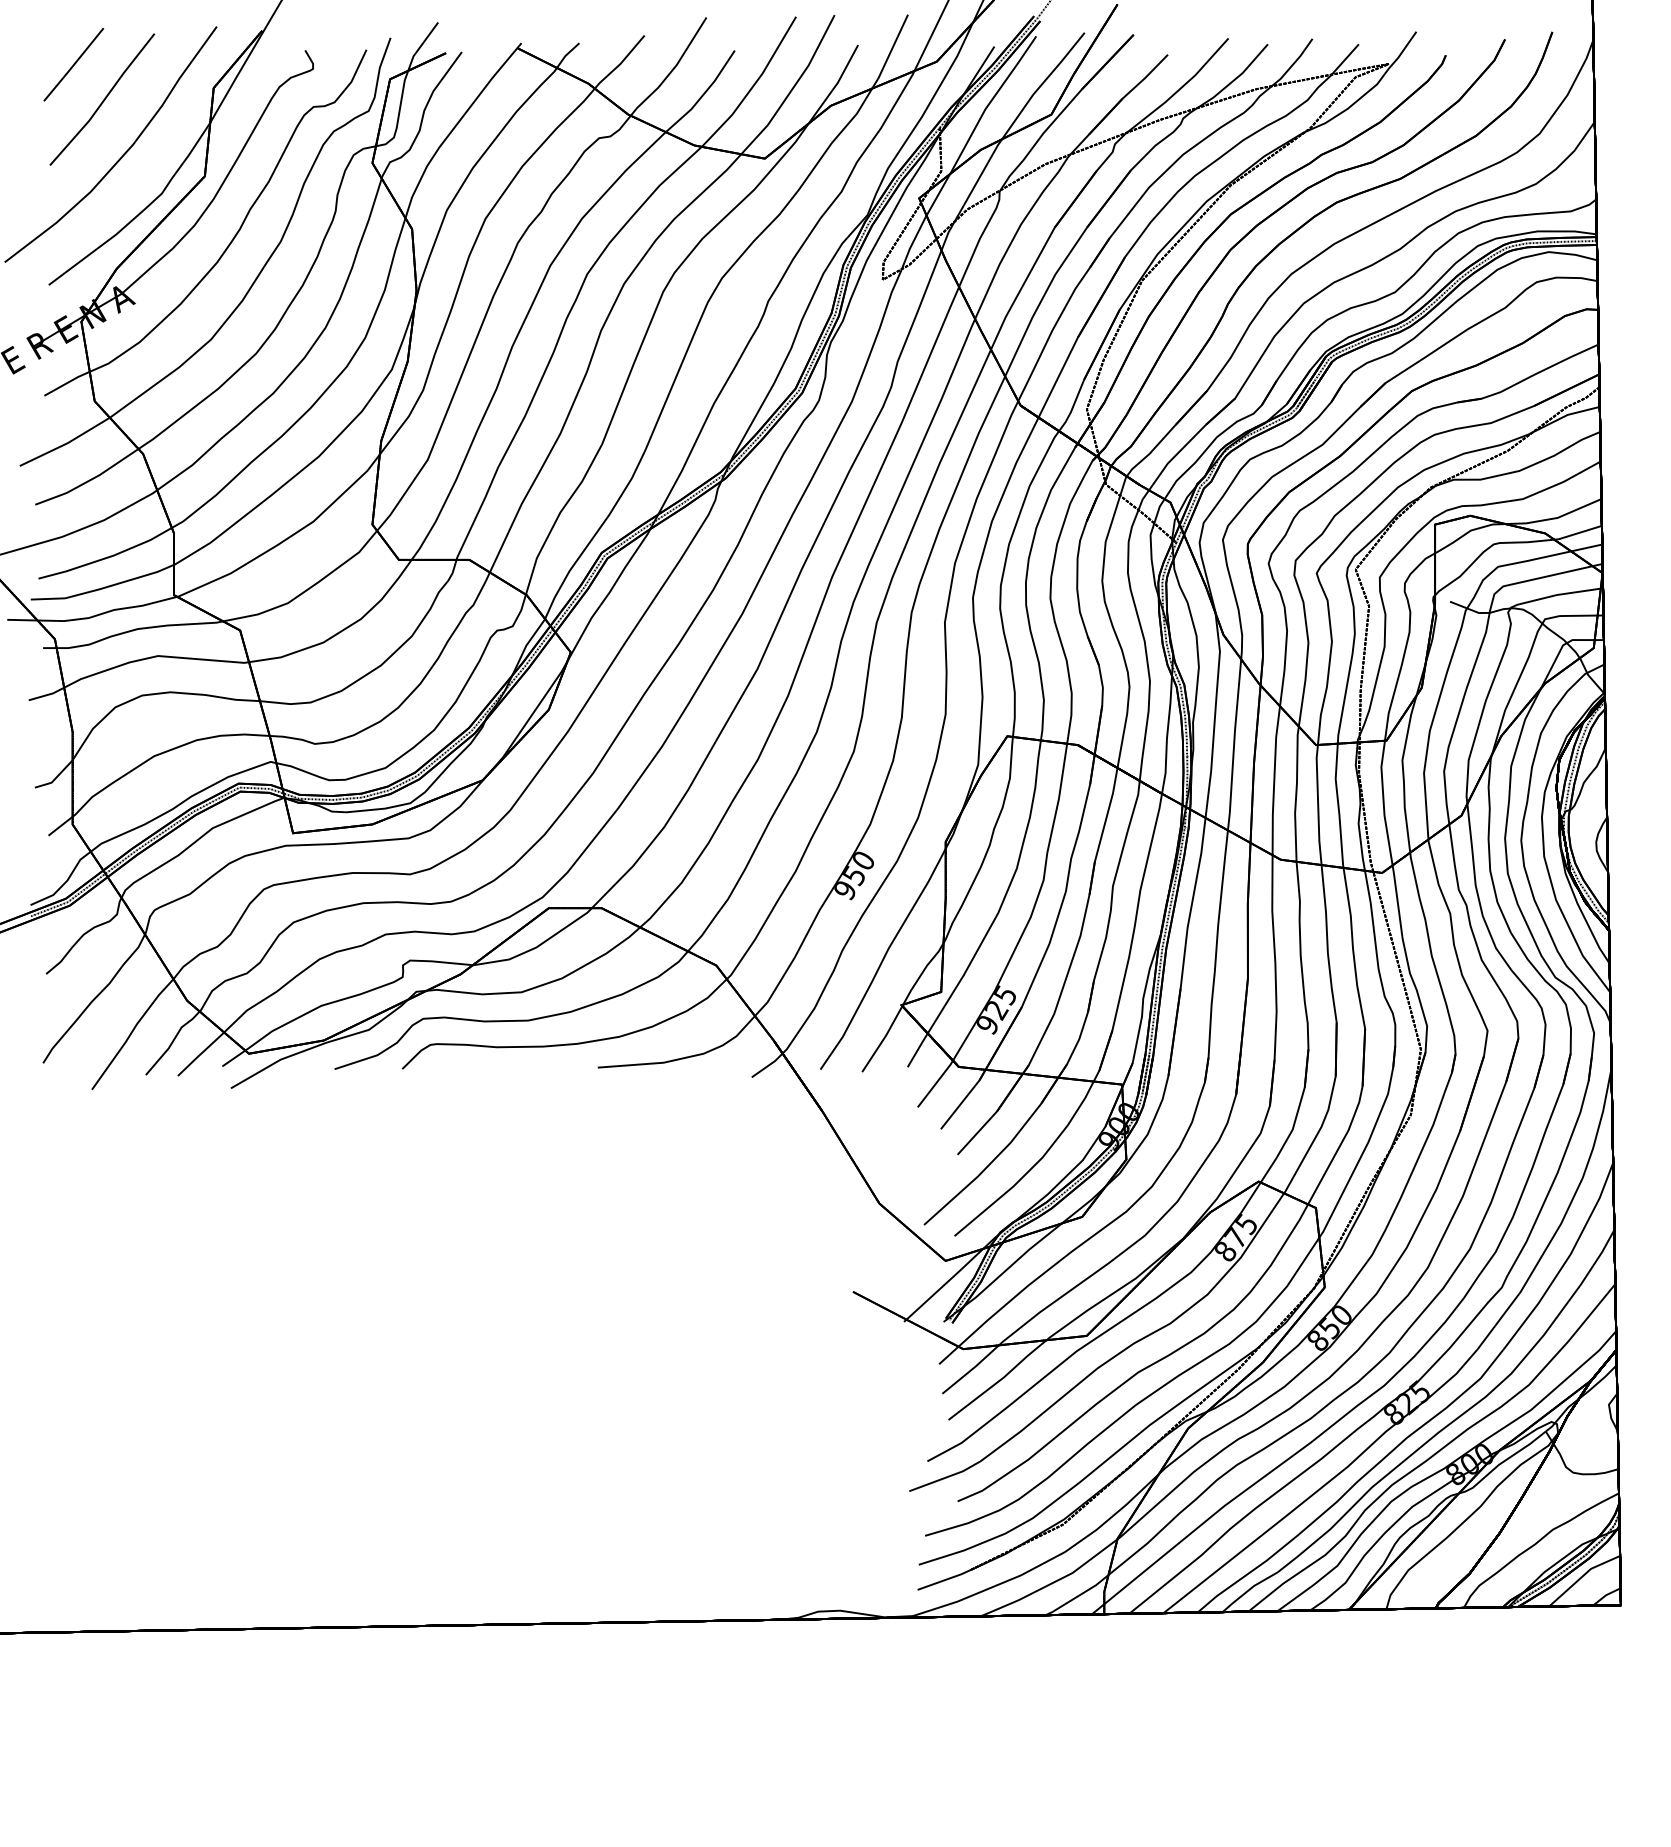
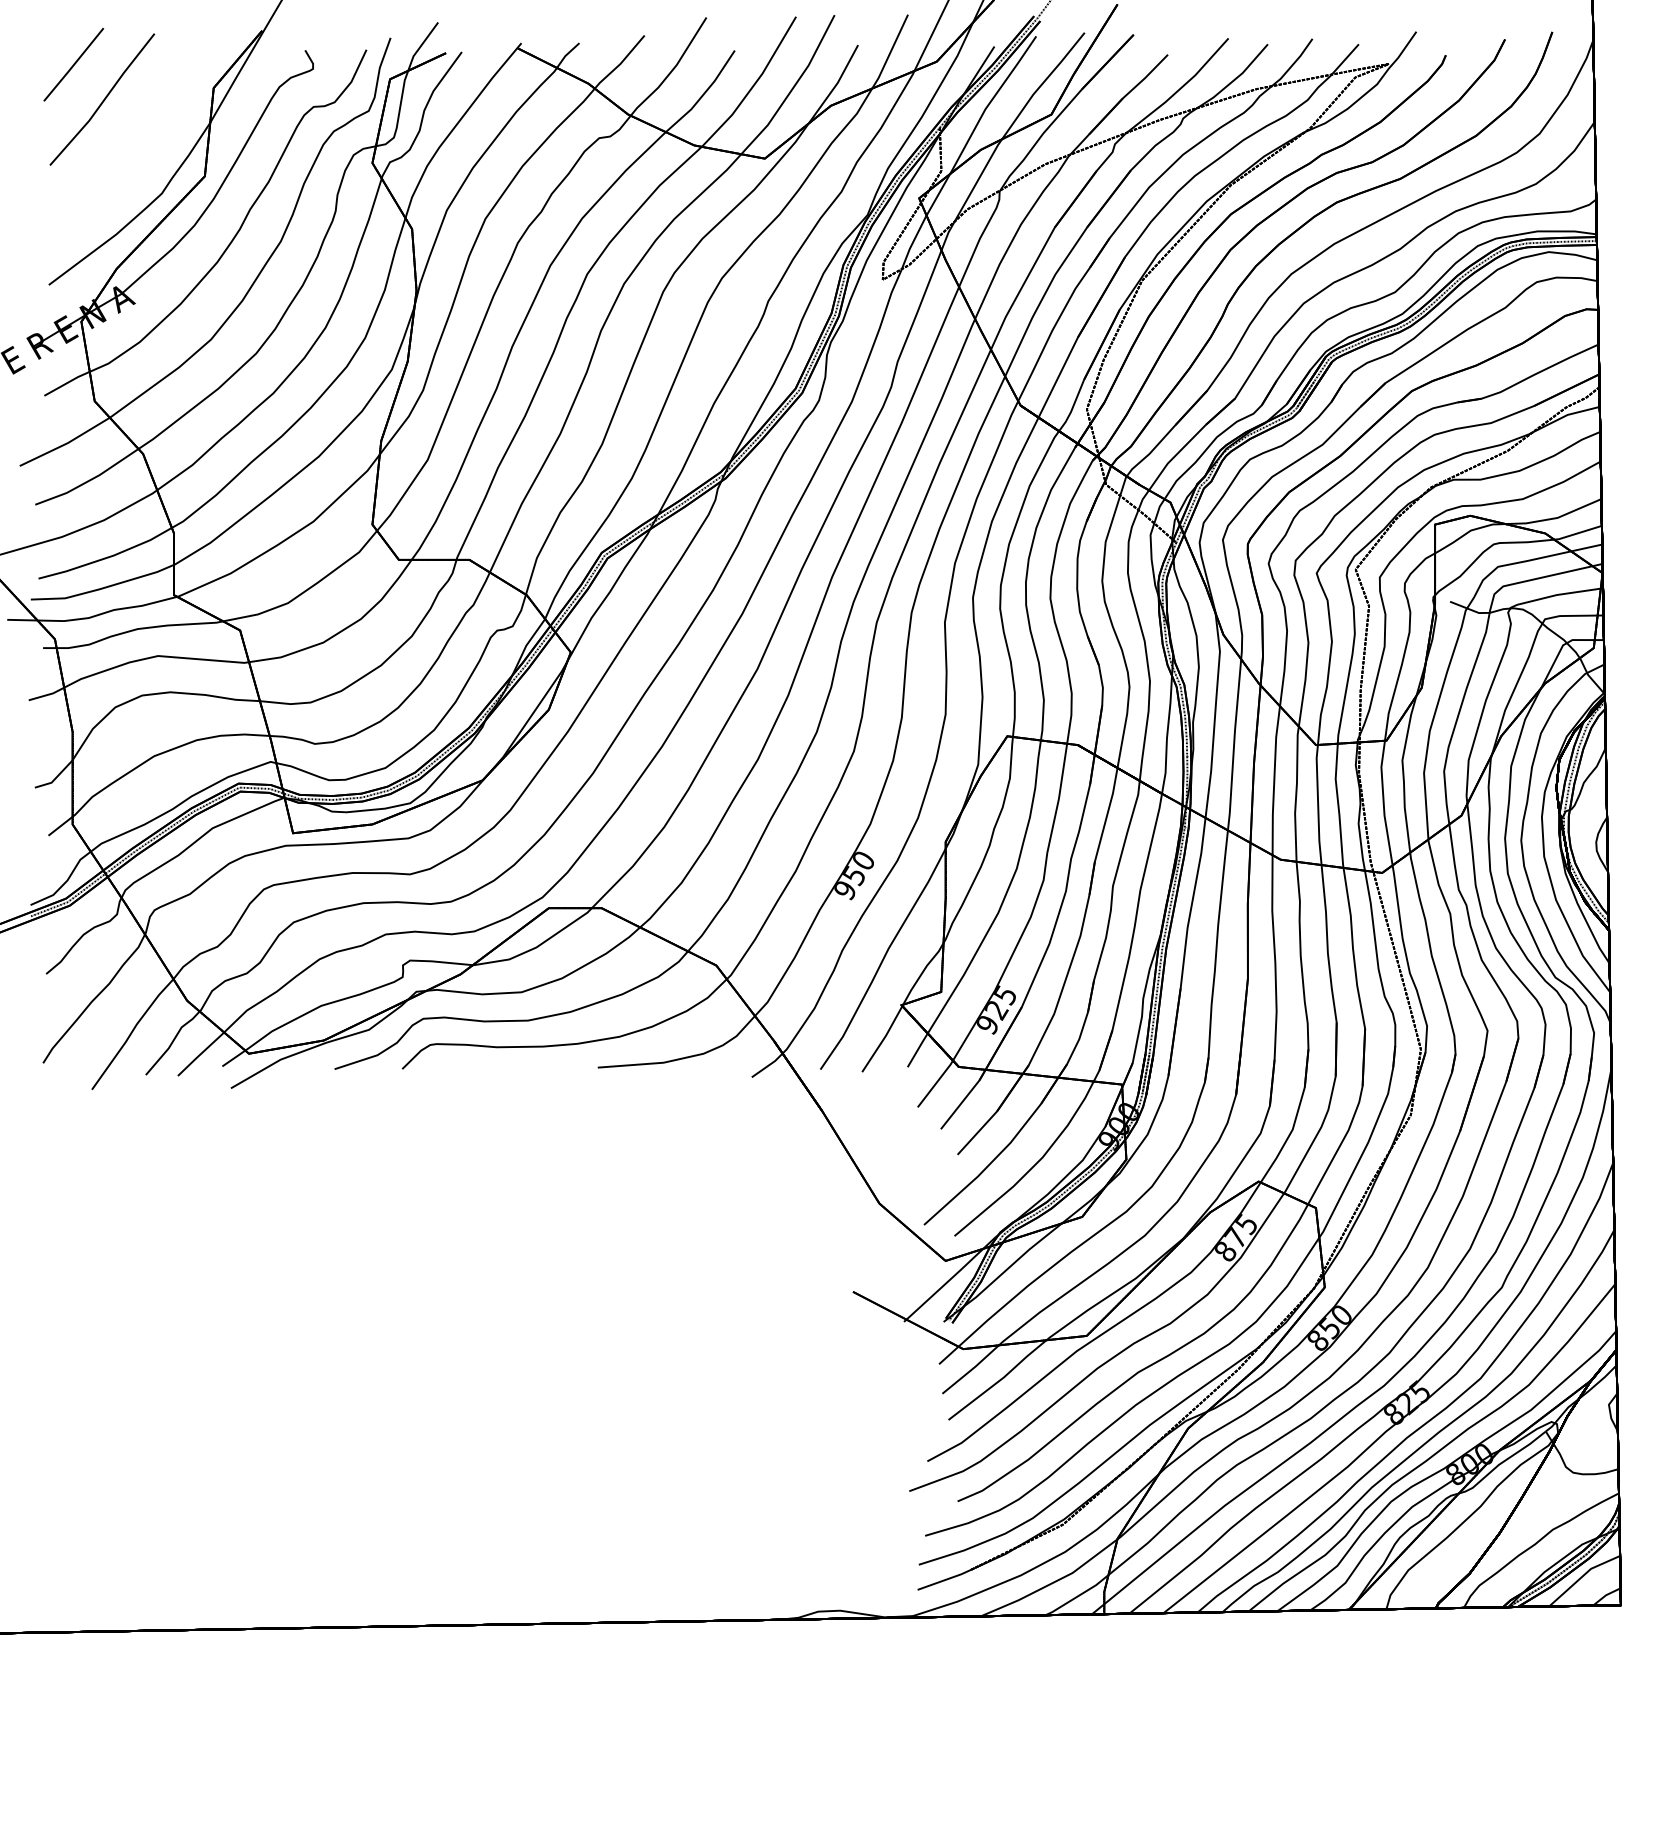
curve at (123, 153): present -> none
